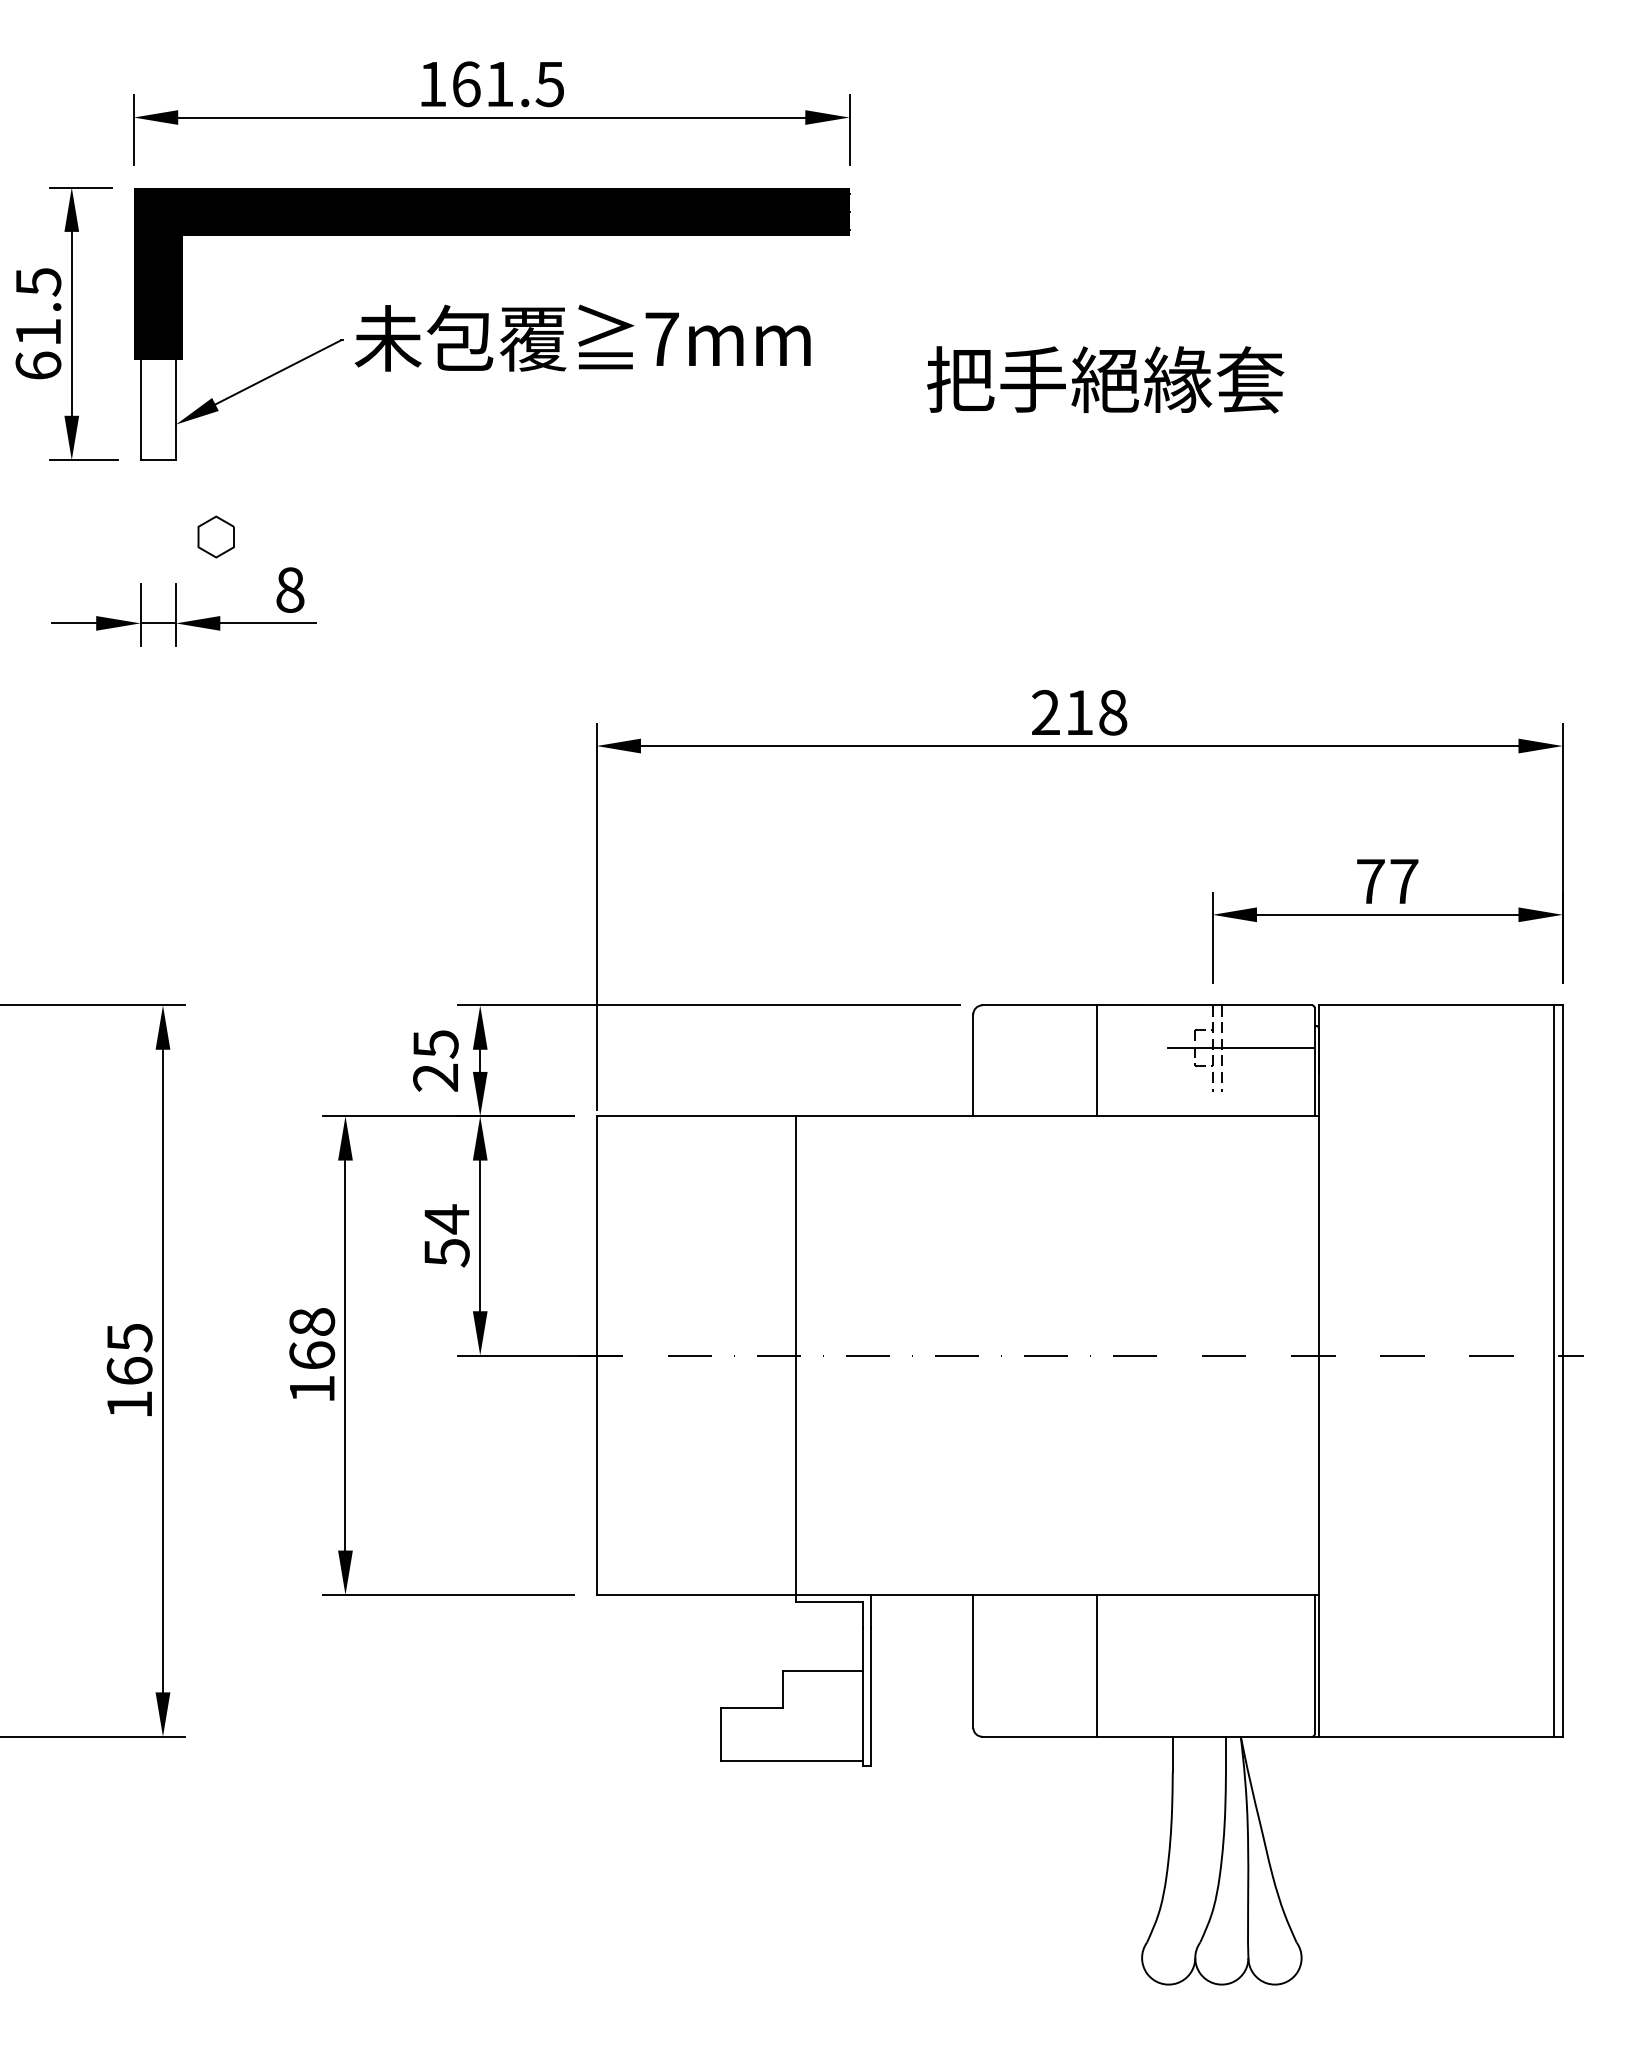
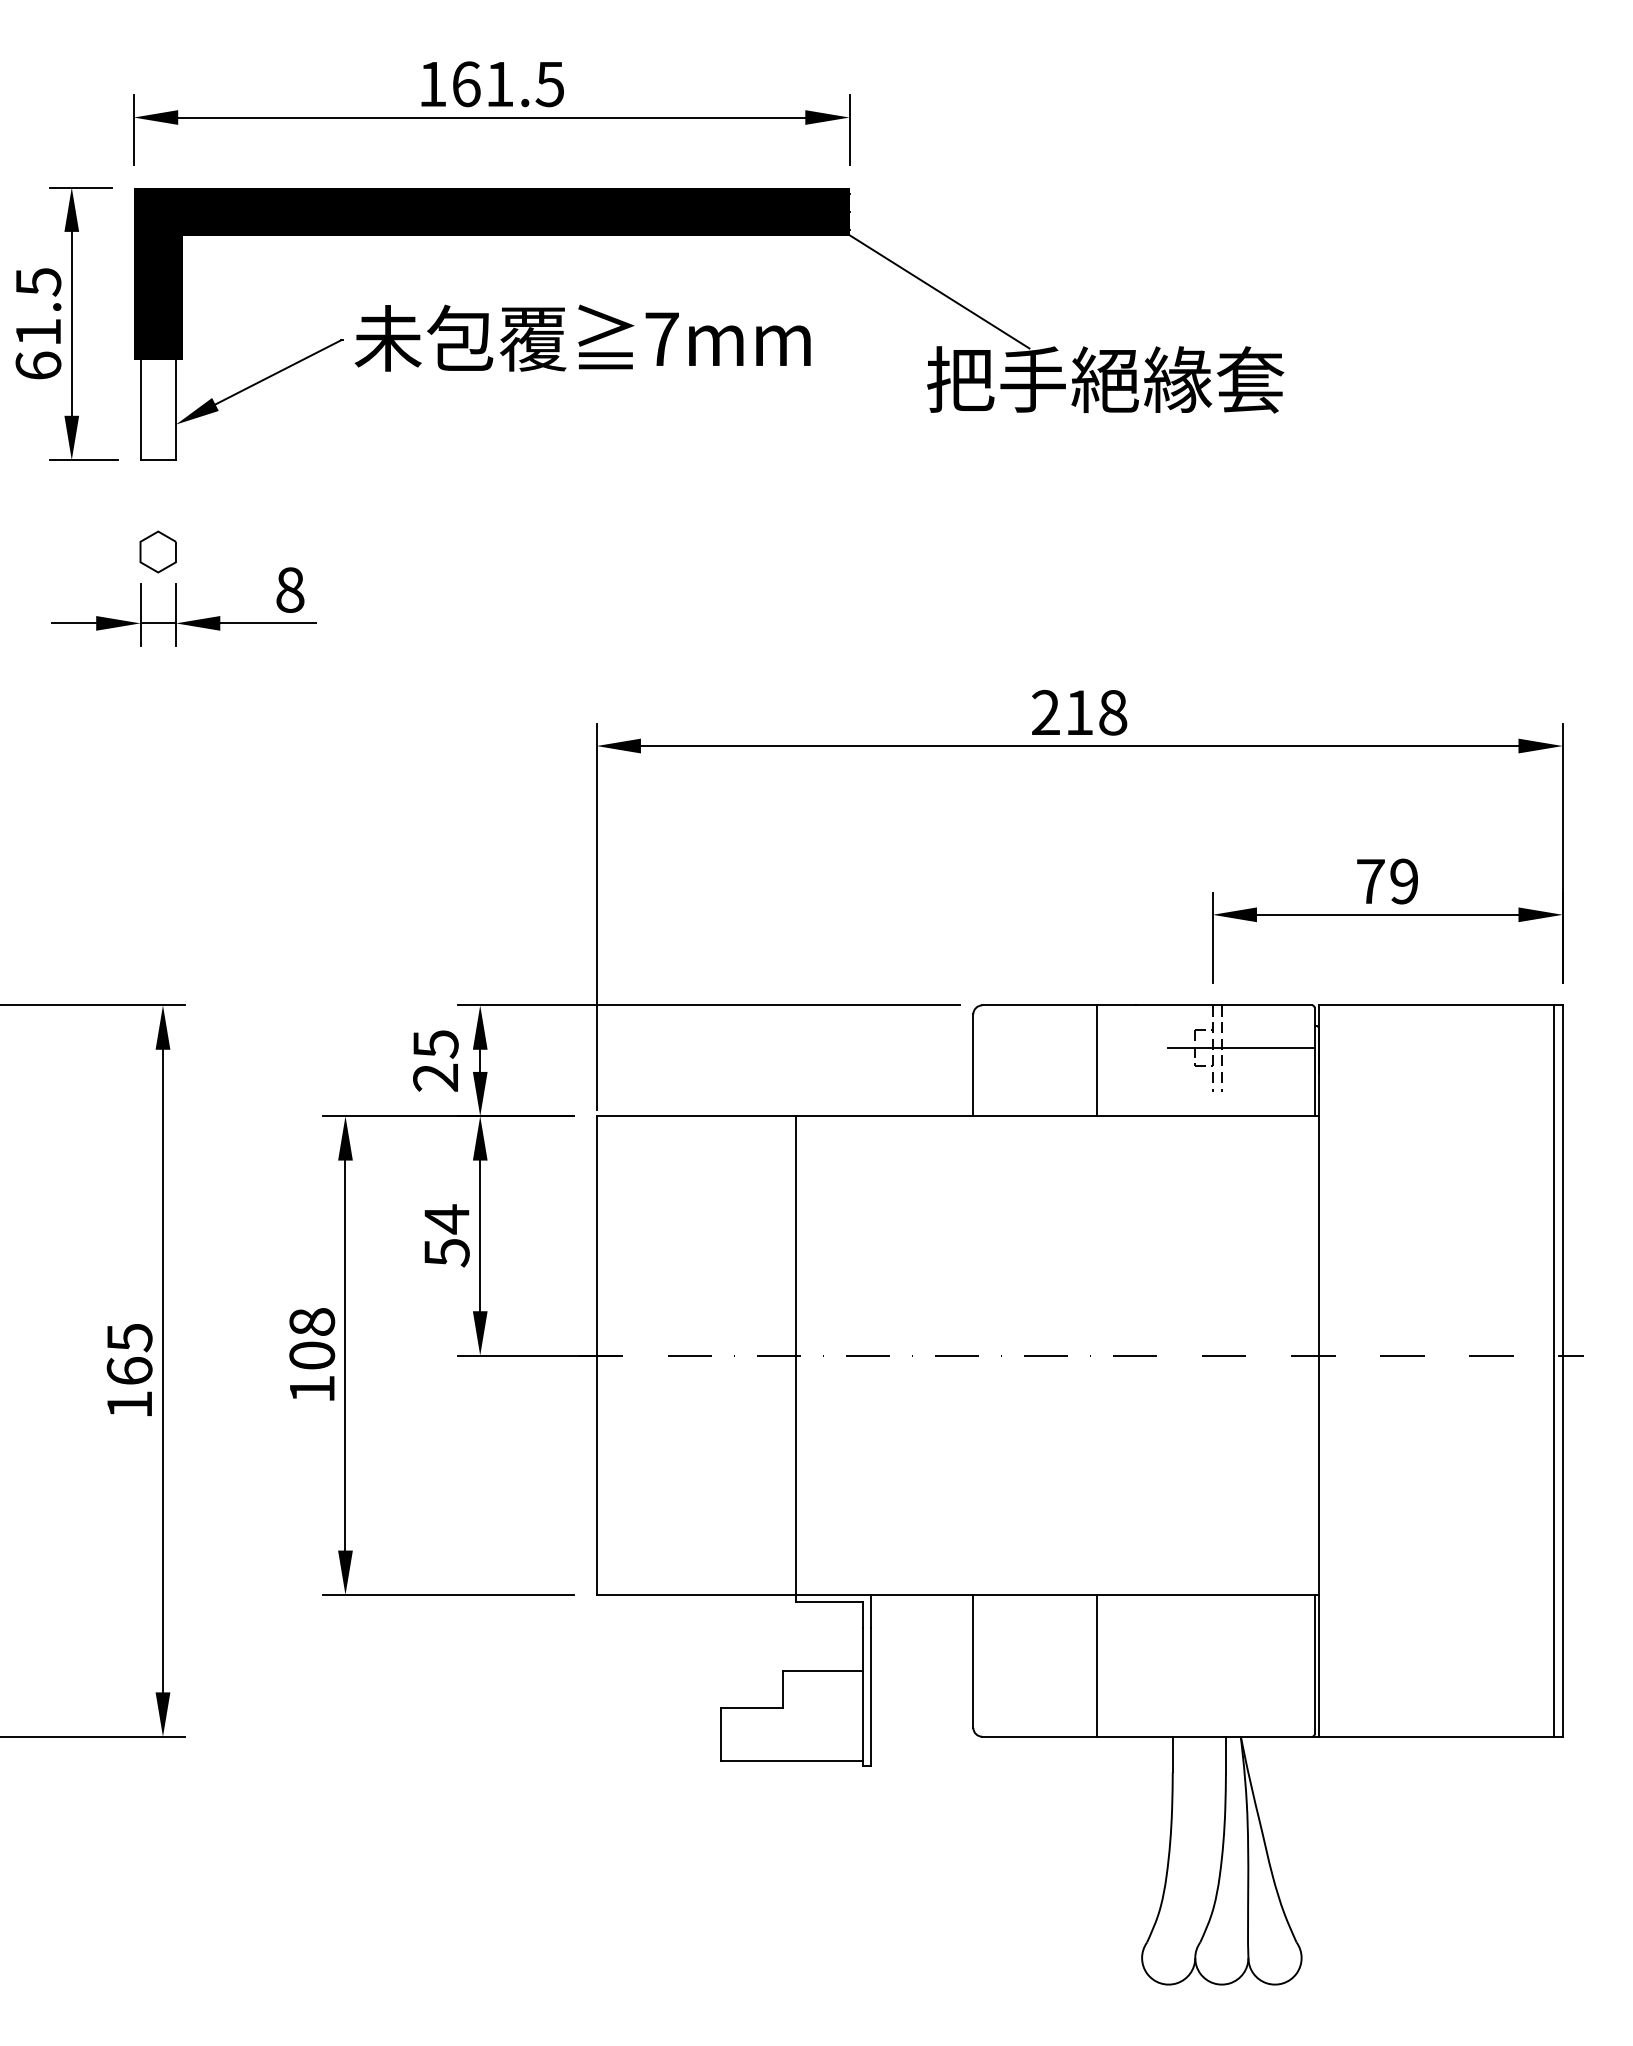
line at (938, 291): none -> present
part at (215, 536) position: (215, 536) -> (157, 551)
text at (1404, 881): 77 -> 79
text at (312, 1355): 168 -> 108
